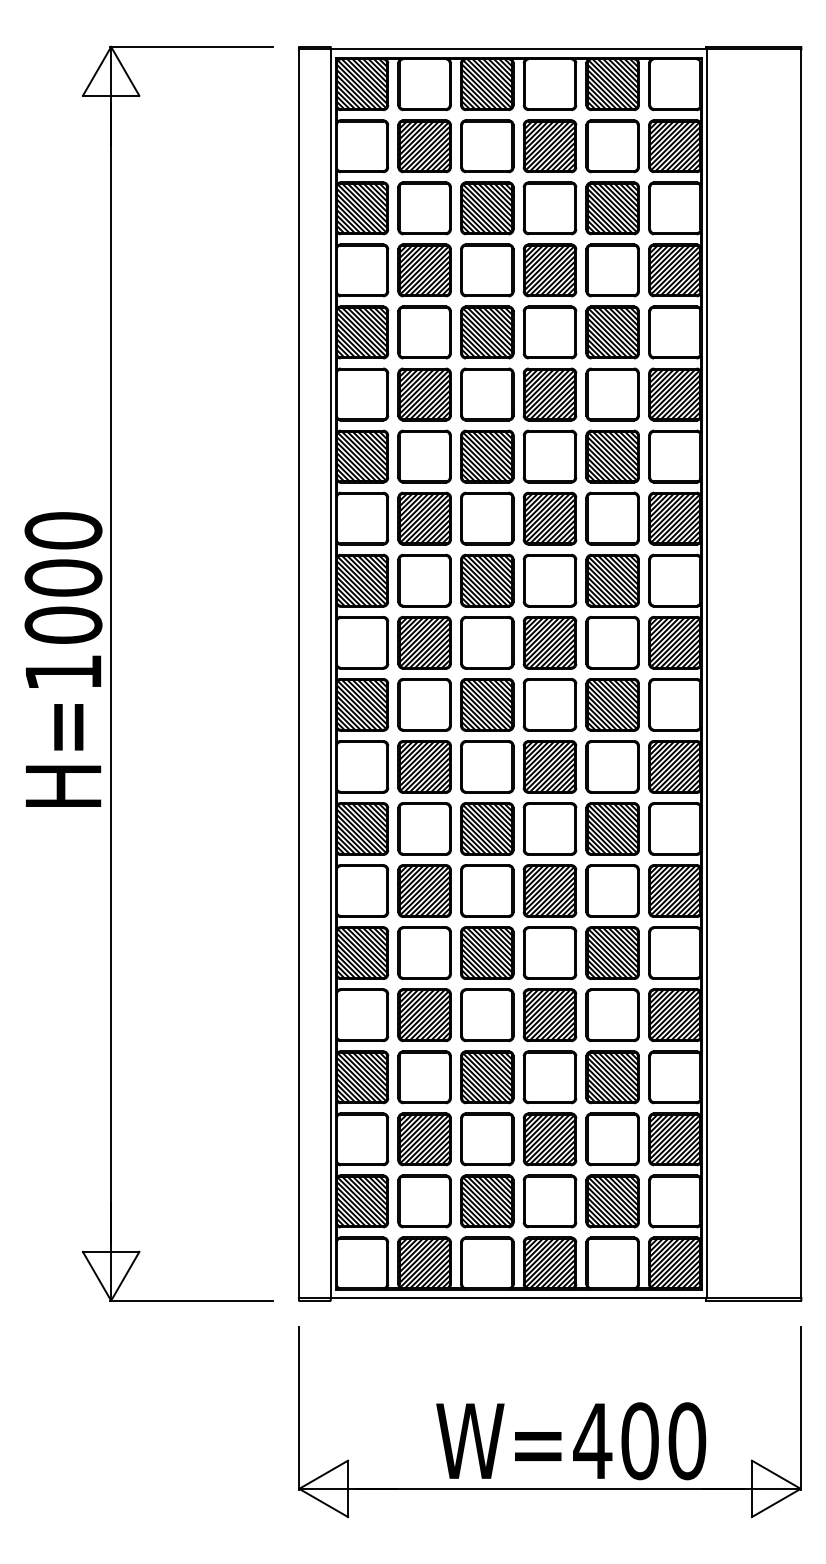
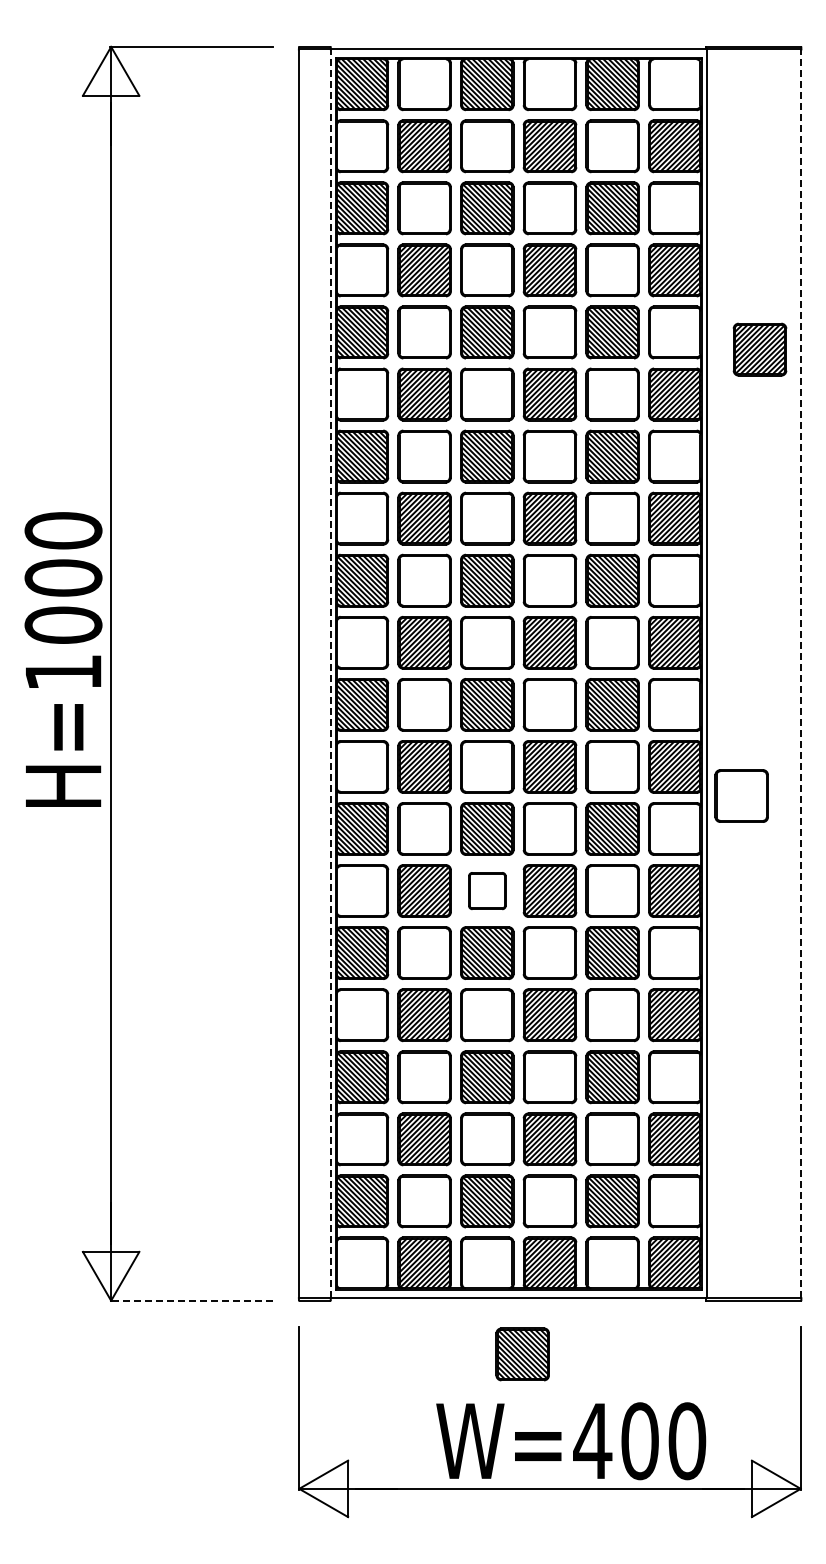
part at (759, 349): none -> present
line at (330, 673): solid -> dashed
line at (800, 673): solid -> dashed
part at (741, 795): none -> present
part at (487, 890) size: 55x54 px -> 39x39 px
line at (191, 1300): solid -> dashed
part at (522, 1354): none -> present
